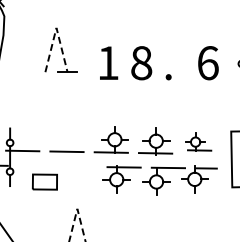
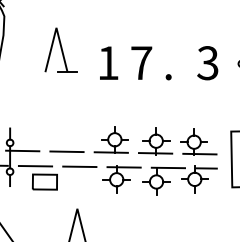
line at (56, 27): dashed -> solid
text at (141, 63): 8 -> 7
text at (207, 63): 6 -> 3
part at (198, 141) size: 28x20 px -> 38x28 px
line at (35, 166): none -> present
line at (79, 166): none -> present
line at (77, 208): dashed -> solid
